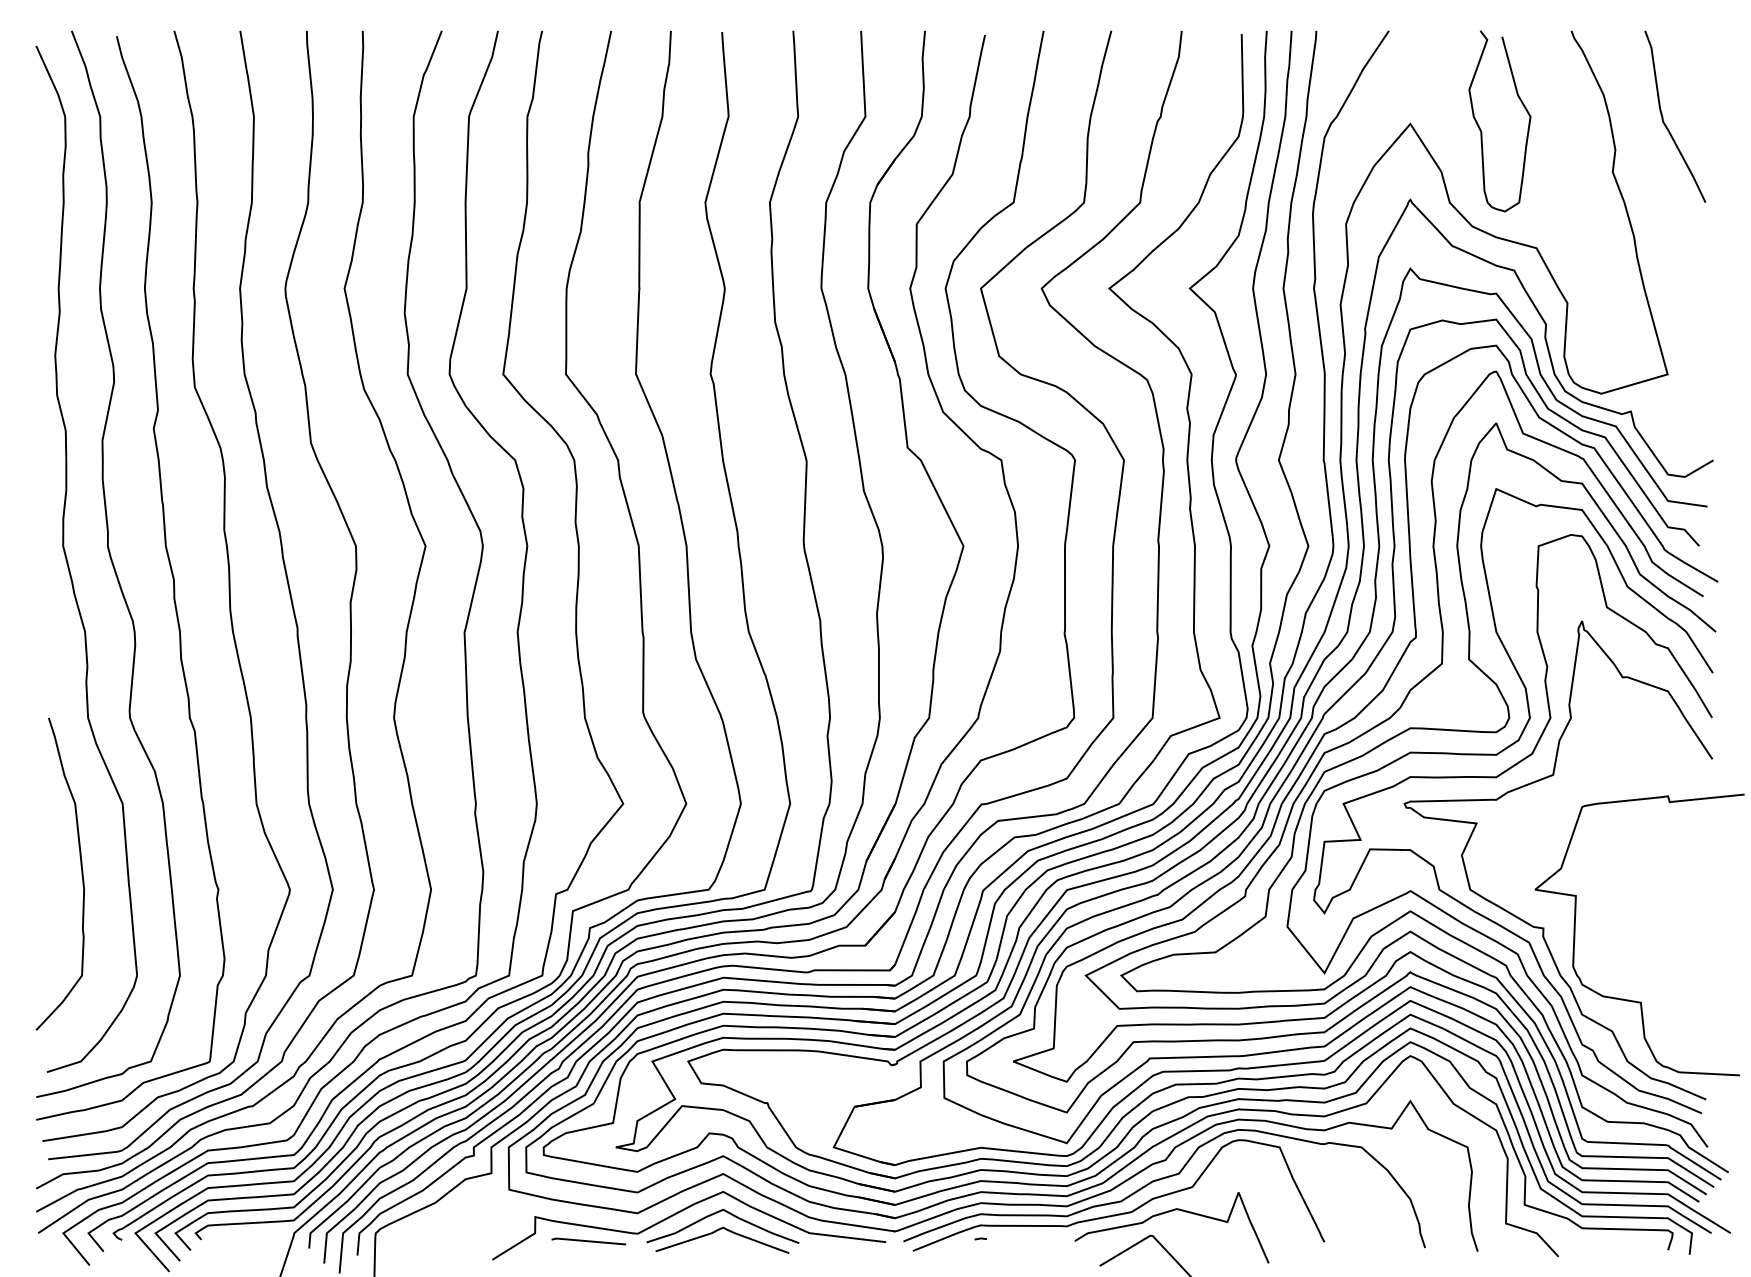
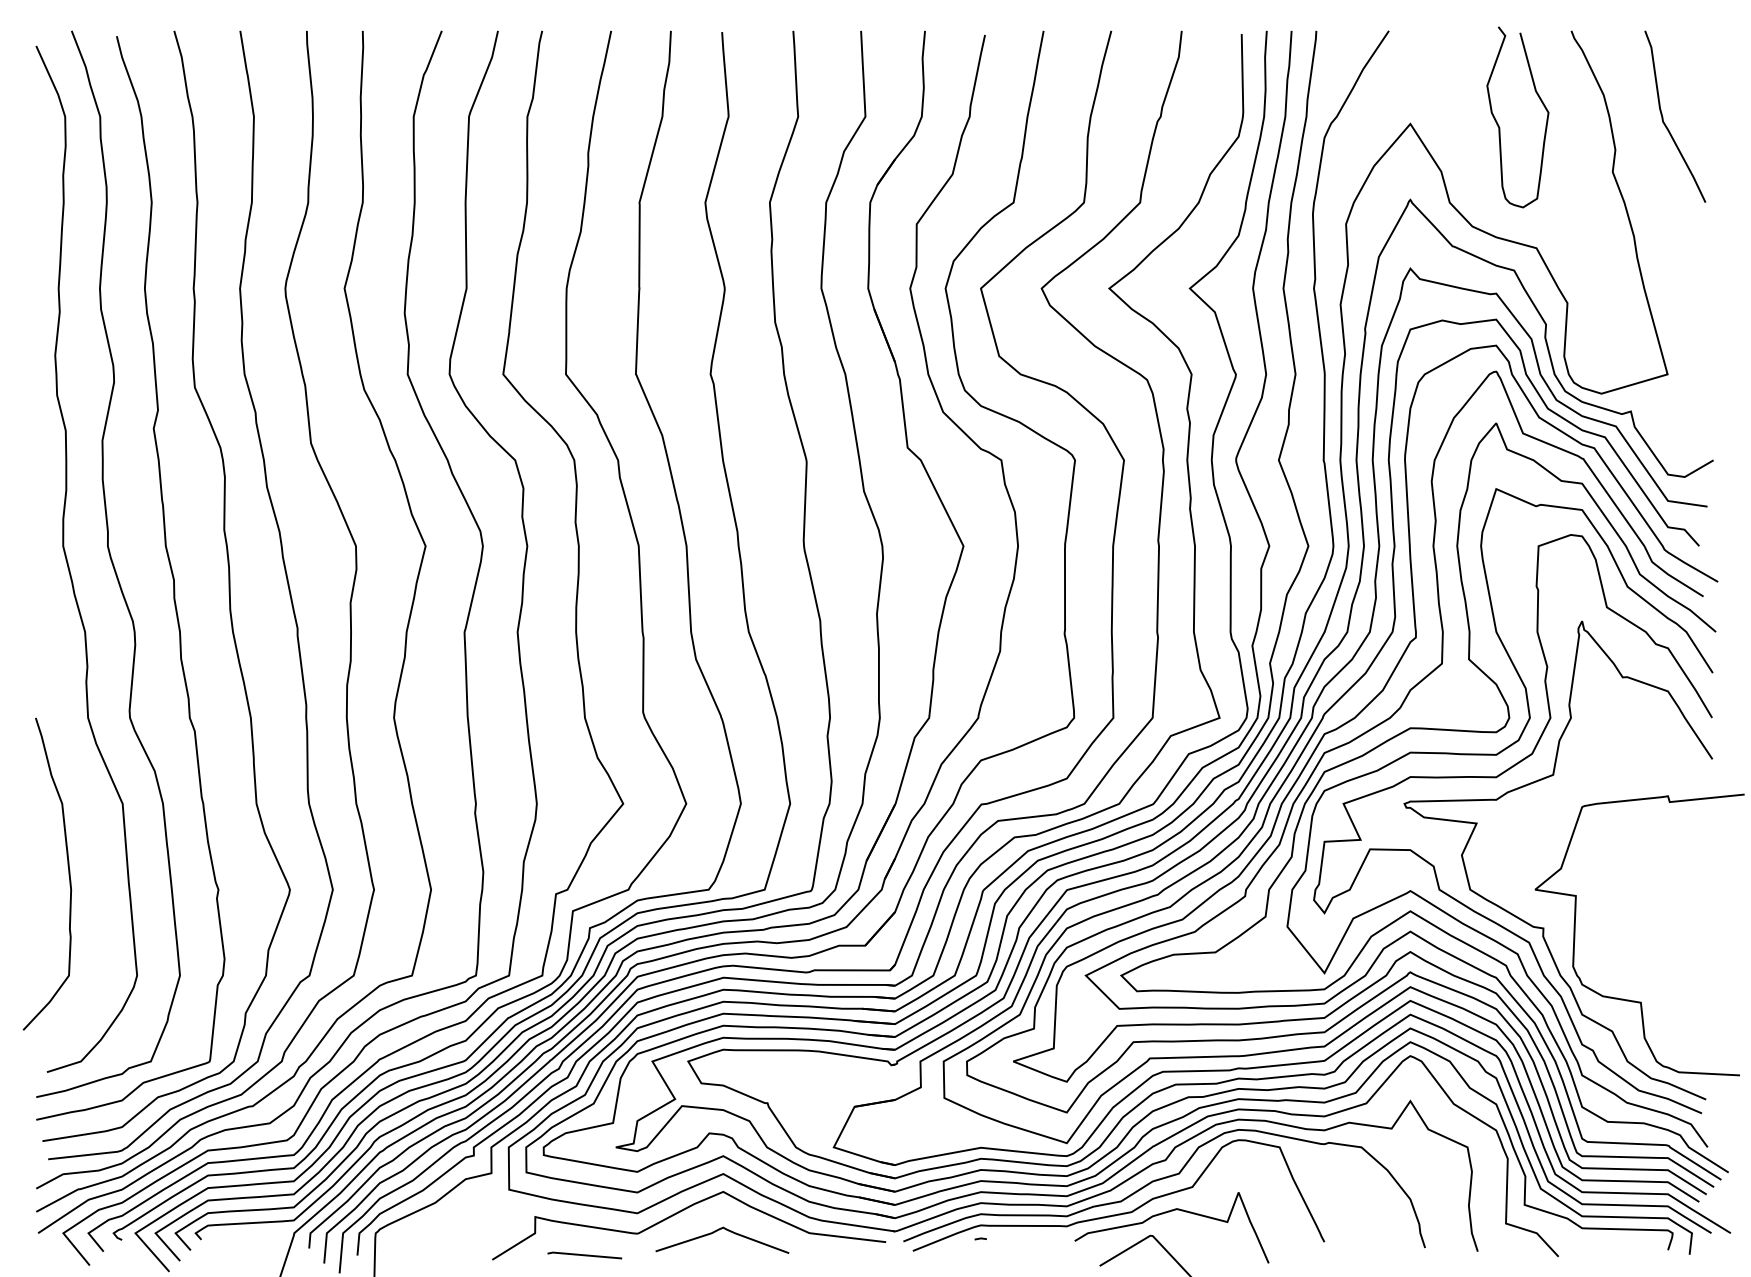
curve at (1481, 129) position: (1481, 129) -> (1499, 125)
curve at (81, 873) position: (81, 873) -> (68, 873)
curve at (717, 1213): present -> none
line at (588, 1241) position: (588, 1241) -> (584, 1255)
